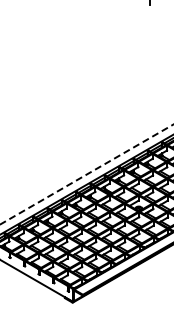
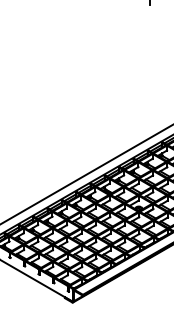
line at (87, 174): dashed -> solid
